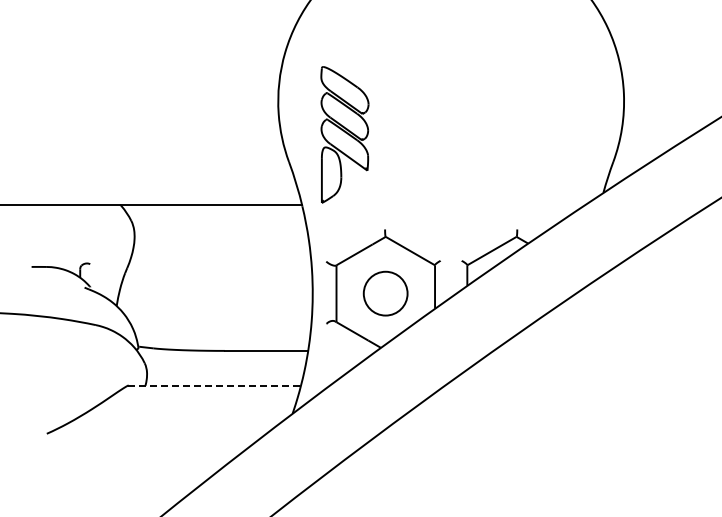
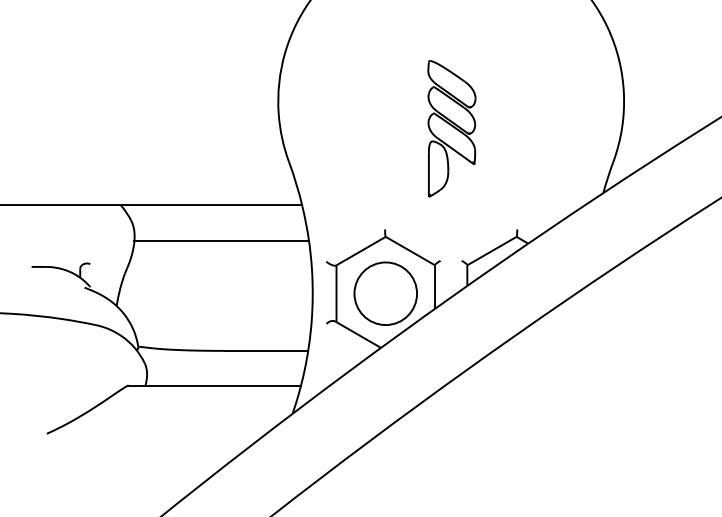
part at (344, 134) position: (344, 134) -> (451, 128)
line at (221, 241): none -> present
circle at (385, 293) size: 47x47 px -> 65x65 px
line at (214, 385): dashed -> solid
